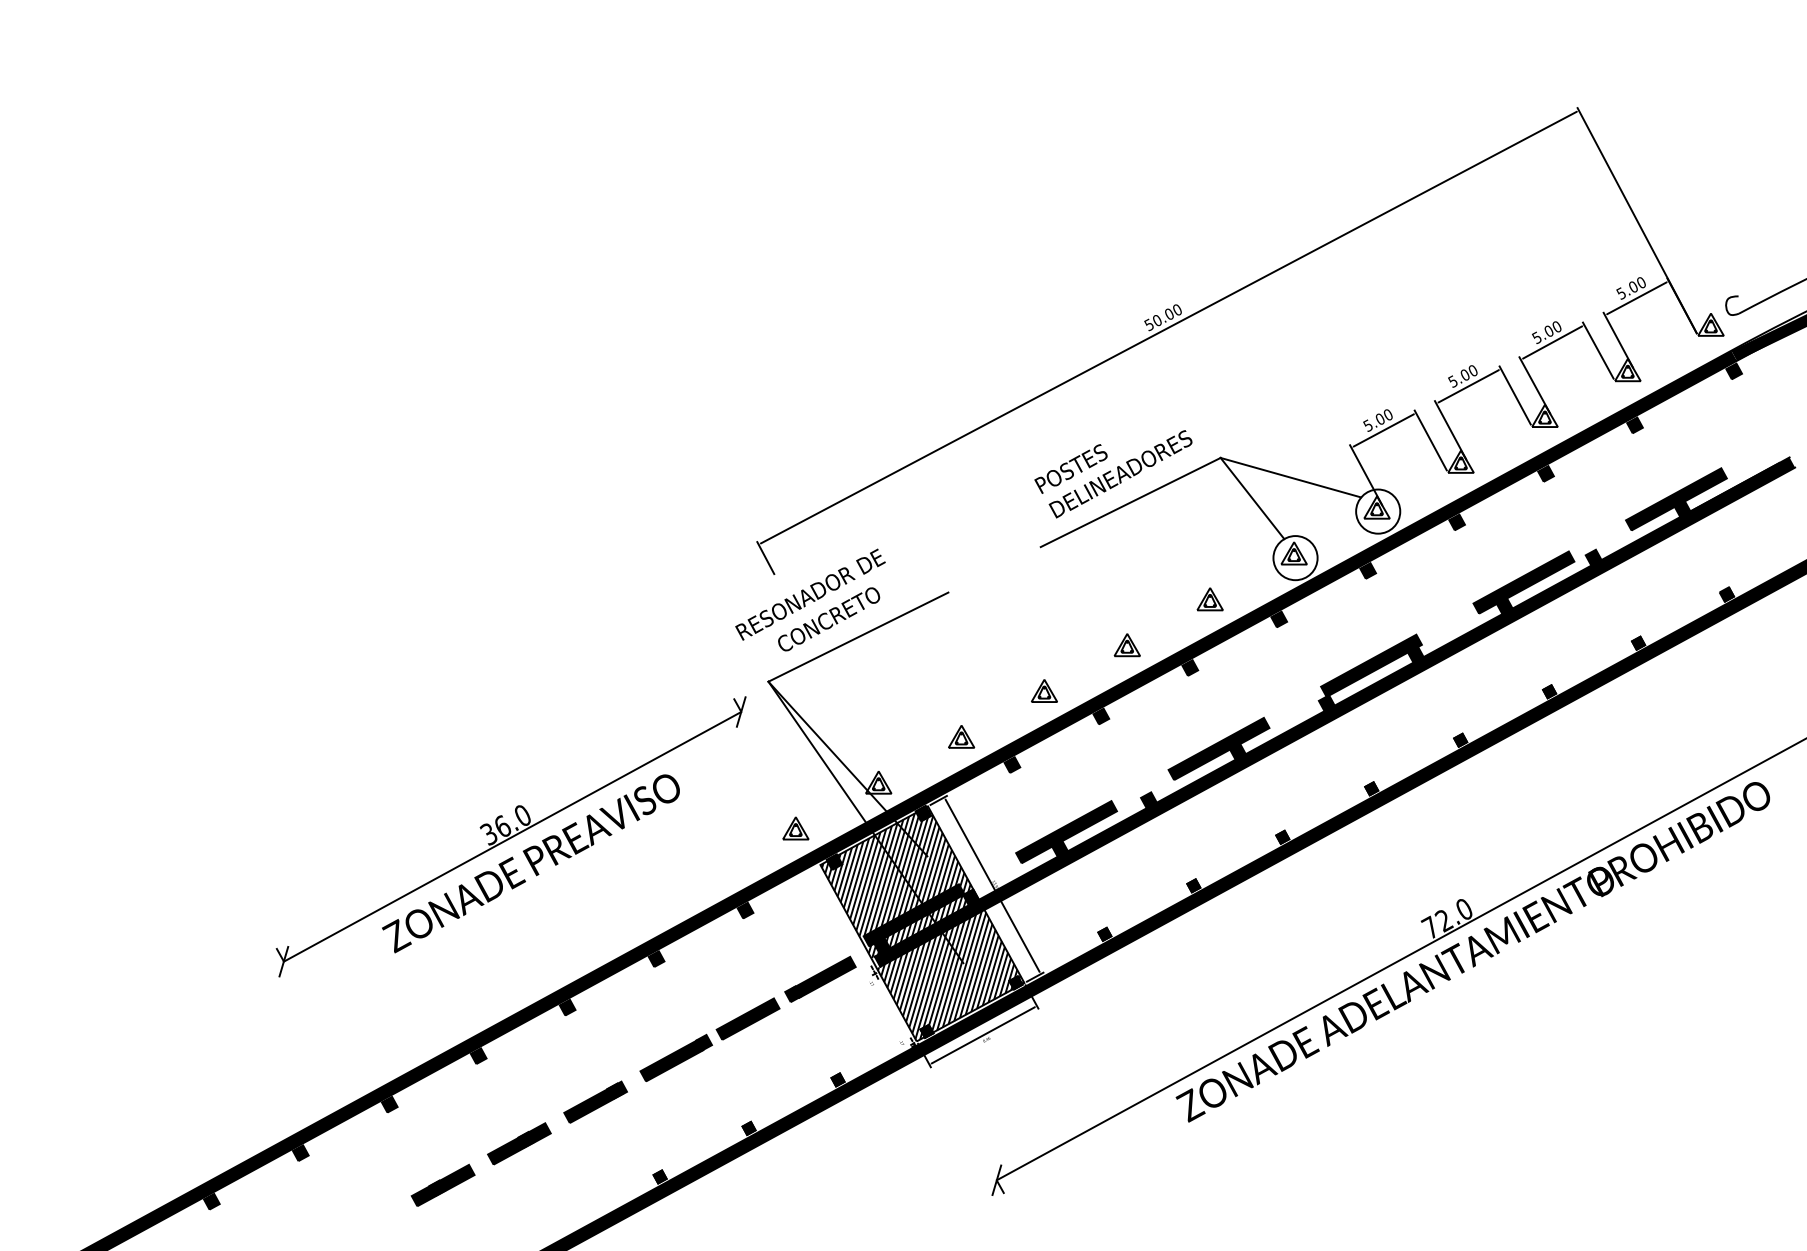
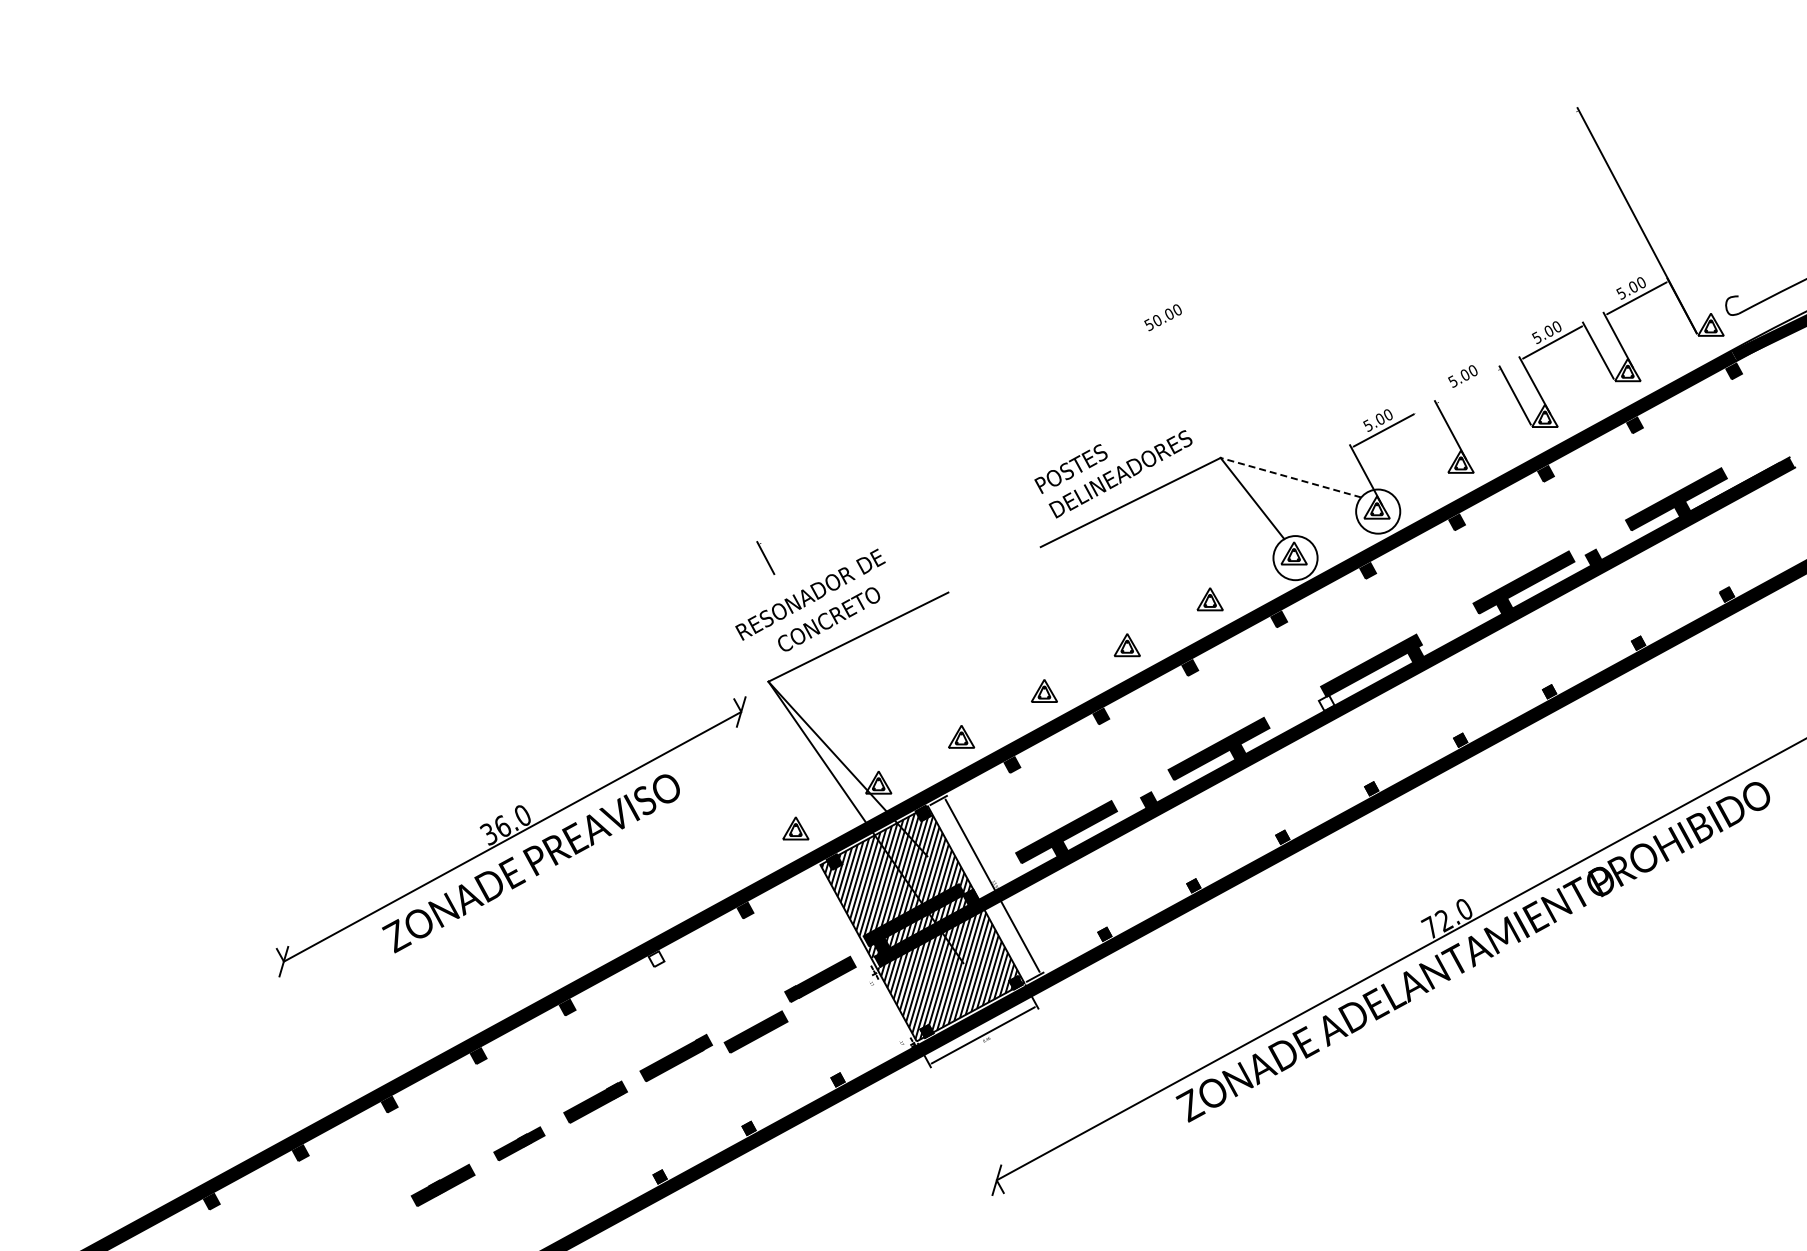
line at (1168, 327): present -> none
line at (1468, 386): present -> none
line at (1430, 440): present -> none
line at (1290, 477): solid -> dashed
fill at (1326, 703): present -> none
fill at (656, 959): present -> none
part at (747, 1018) position: (747, 1018) -> (755, 1031)
part at (519, 1143) size: 65x44 px -> 53x36 px
